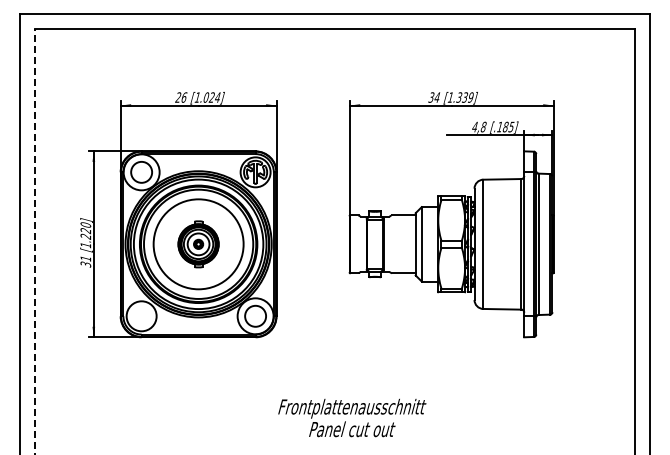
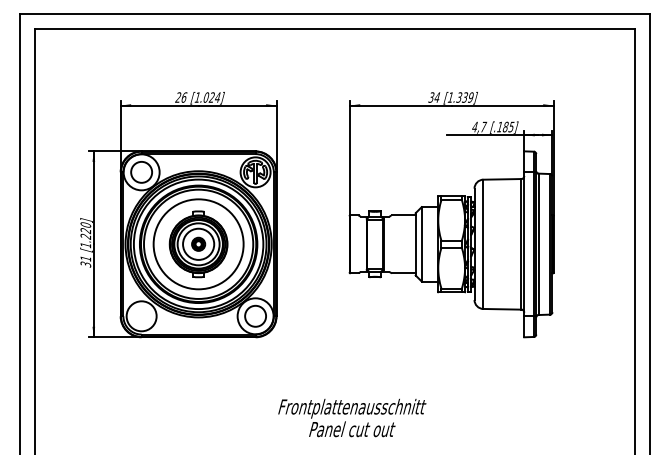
text at (483, 126): 4,8 -> 4,7
line at (35, 241): dashed -> solid
part at (198, 244) size: 43x49 px -> 61x69 px
